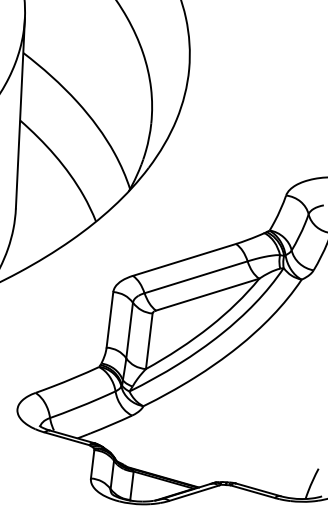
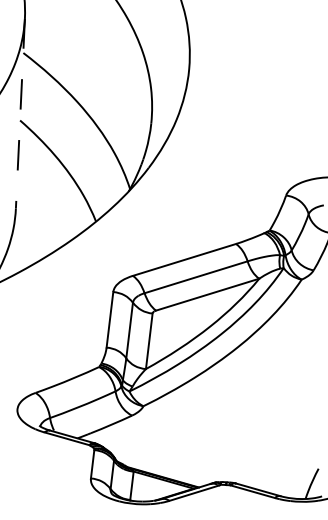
line at (20, 113): solid -> dashed
